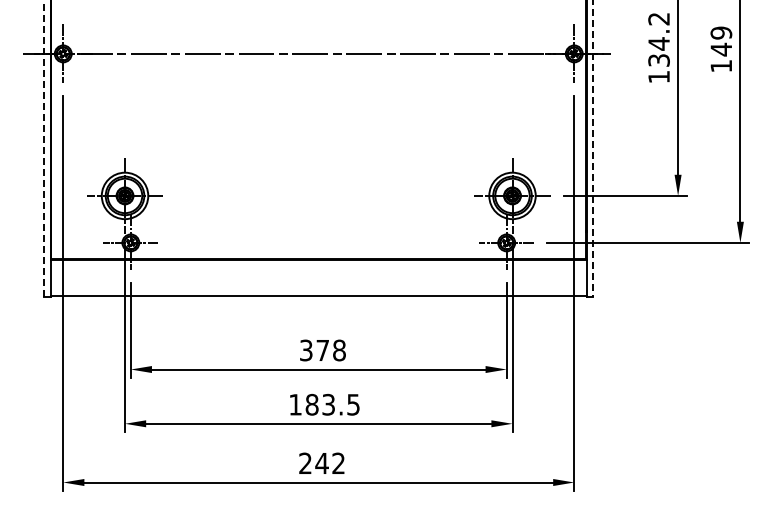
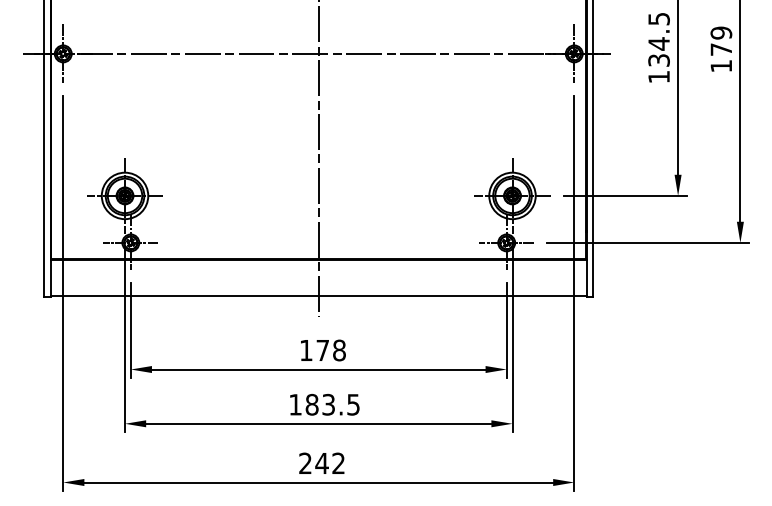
text at (658, 19): 134.2 -> 134.5
text at (720, 49): 149 -> 179
line at (44, 148): dashed -> solid
line at (593, 148): dashed -> solid
line at (318, 159): none -> present
text at (306, 350): 378 -> 178
